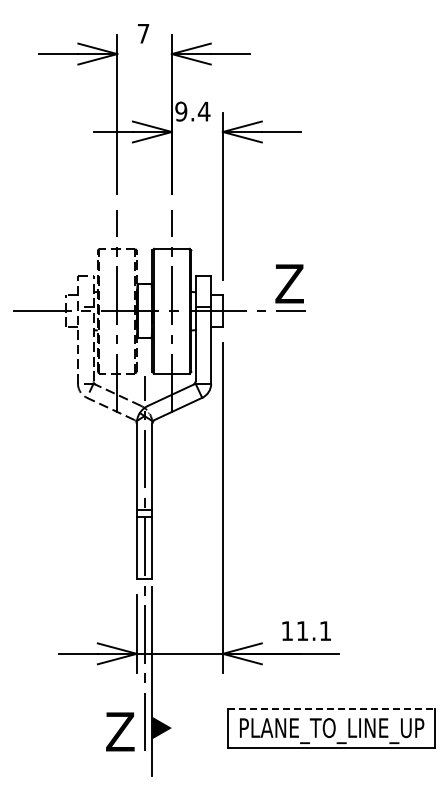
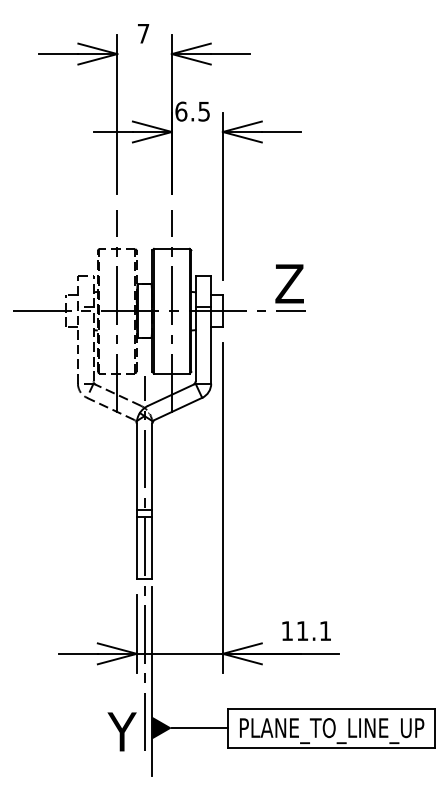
text at (192, 111): 9.4 -> 6.5
line at (332, 708): dashed -> solid
line at (199, 728): none -> present
text at (121, 731): Z -> Y
